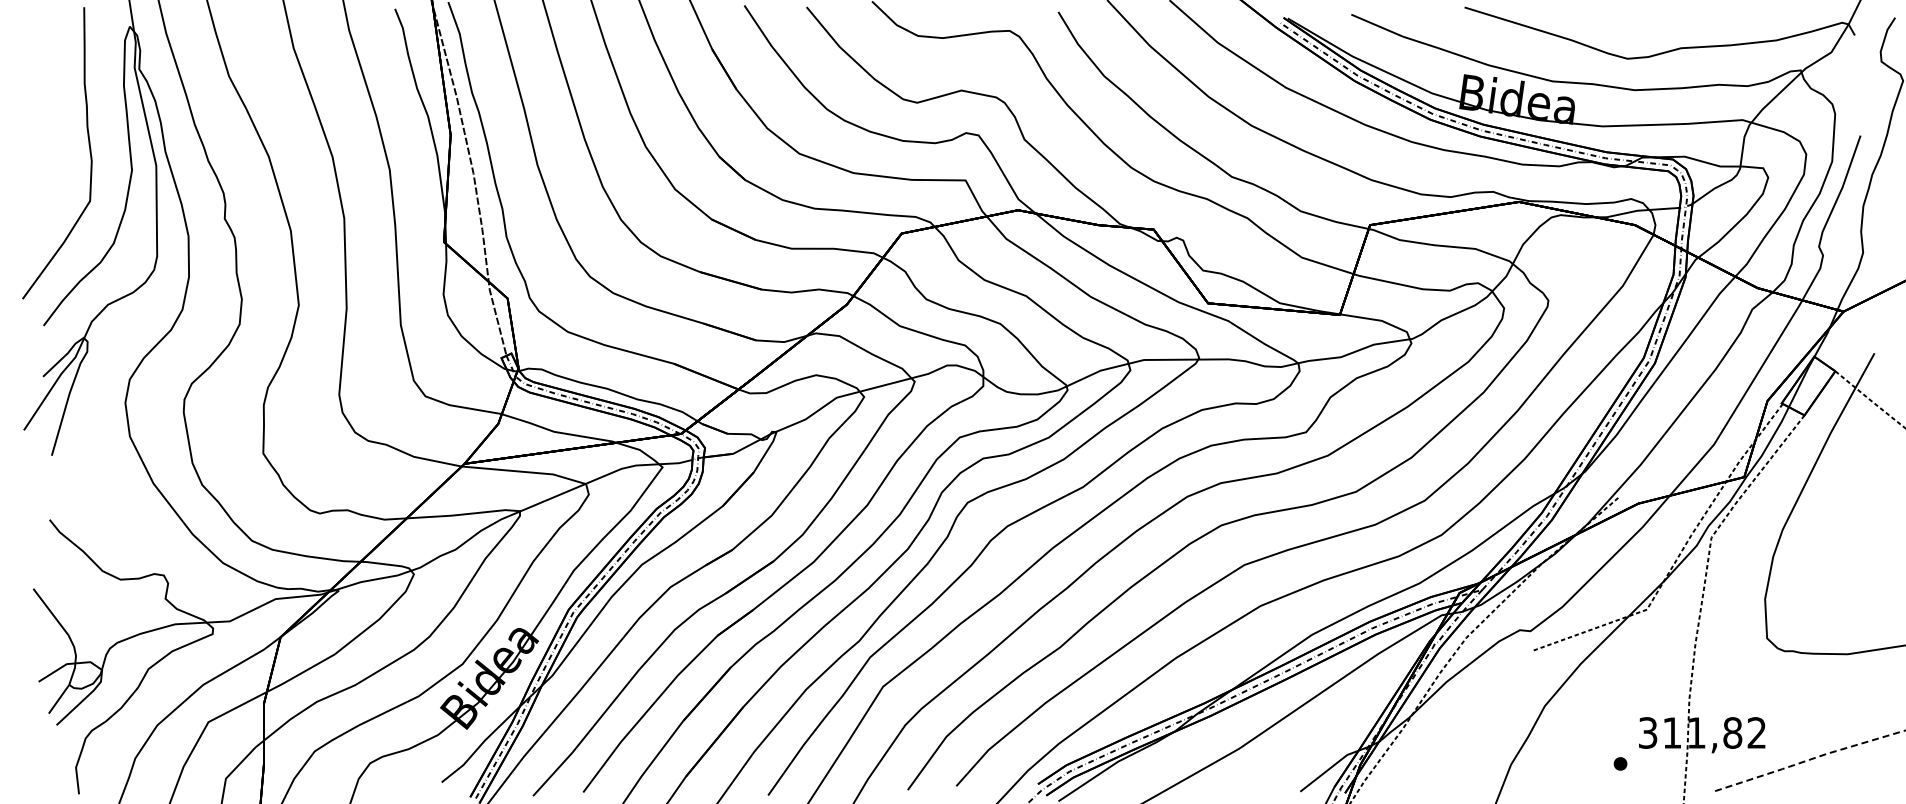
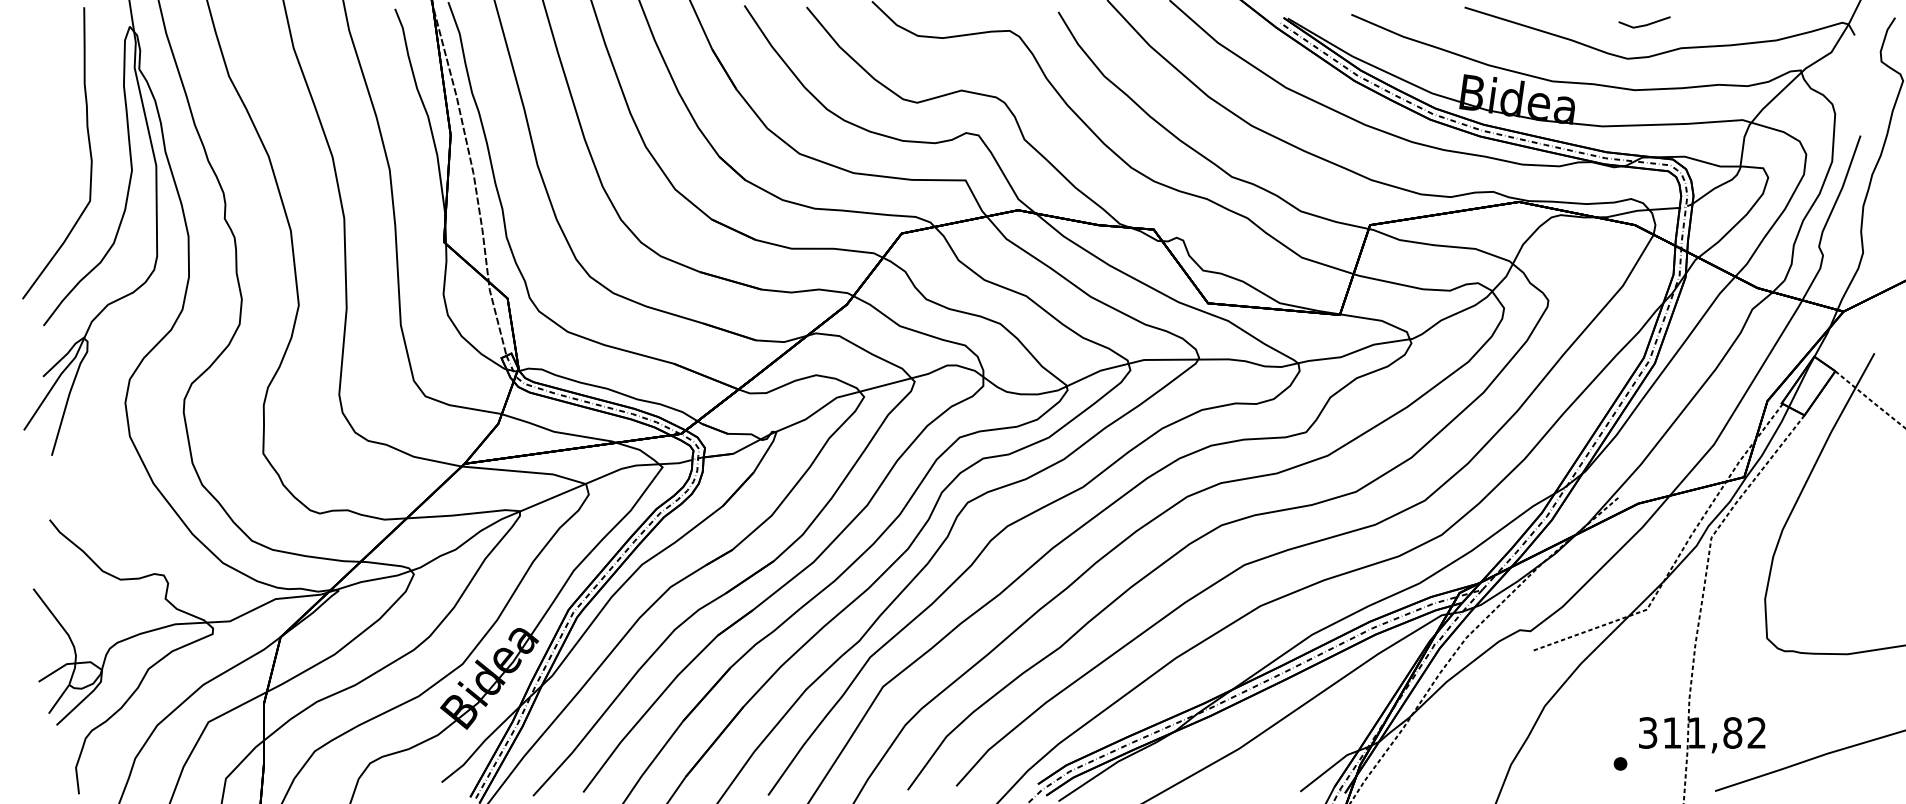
line at (1644, 24): none -> present
line at (1810, 759): dashed -> solid
